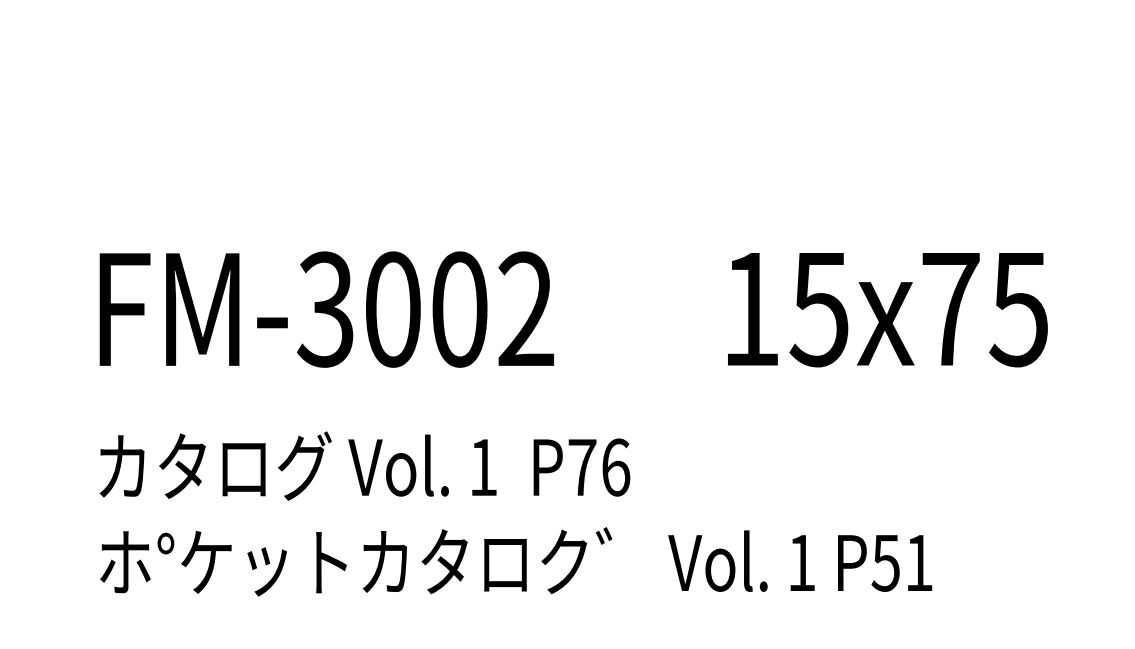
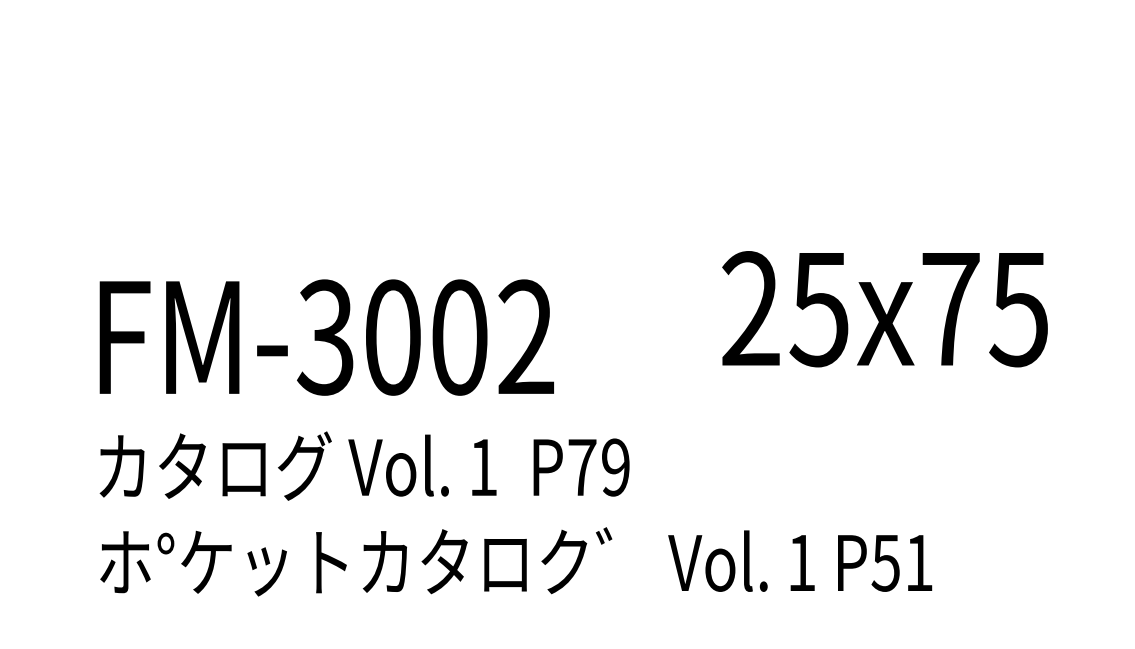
text at (750, 308): 15x75 -> 25x75
text at (326, 309) position: (326, 309) -> (326, 337)
text at (616, 467): P76 -> P79
